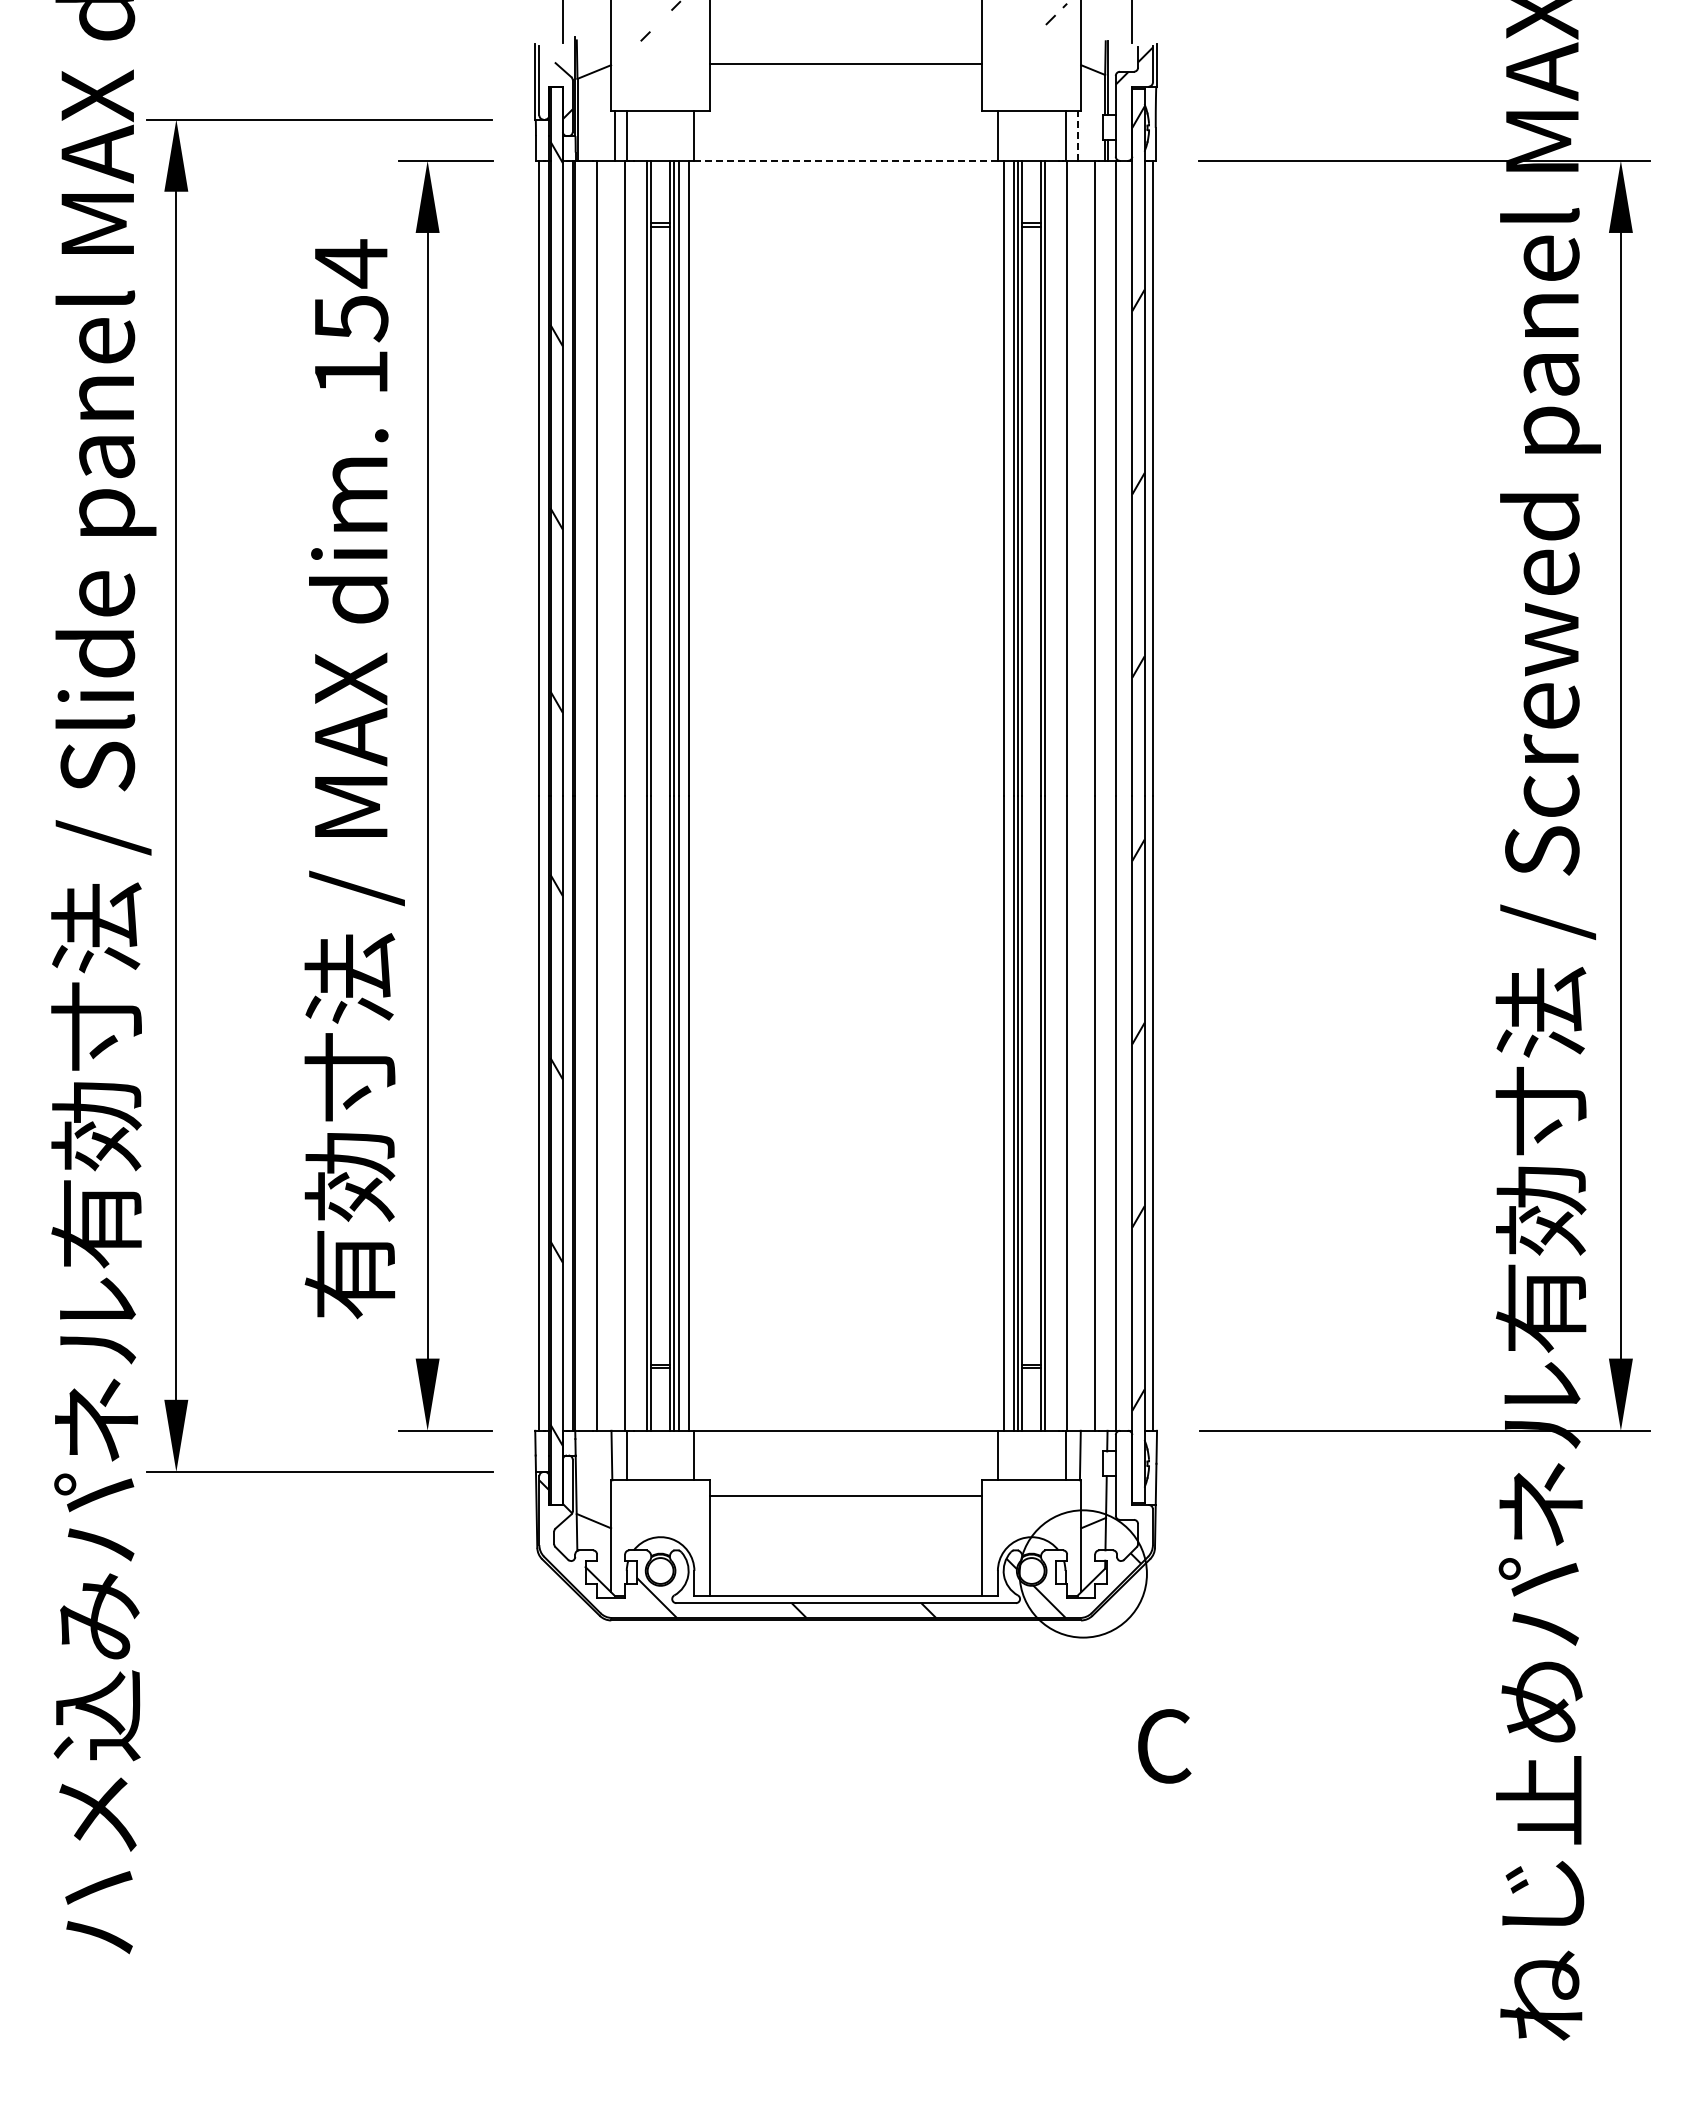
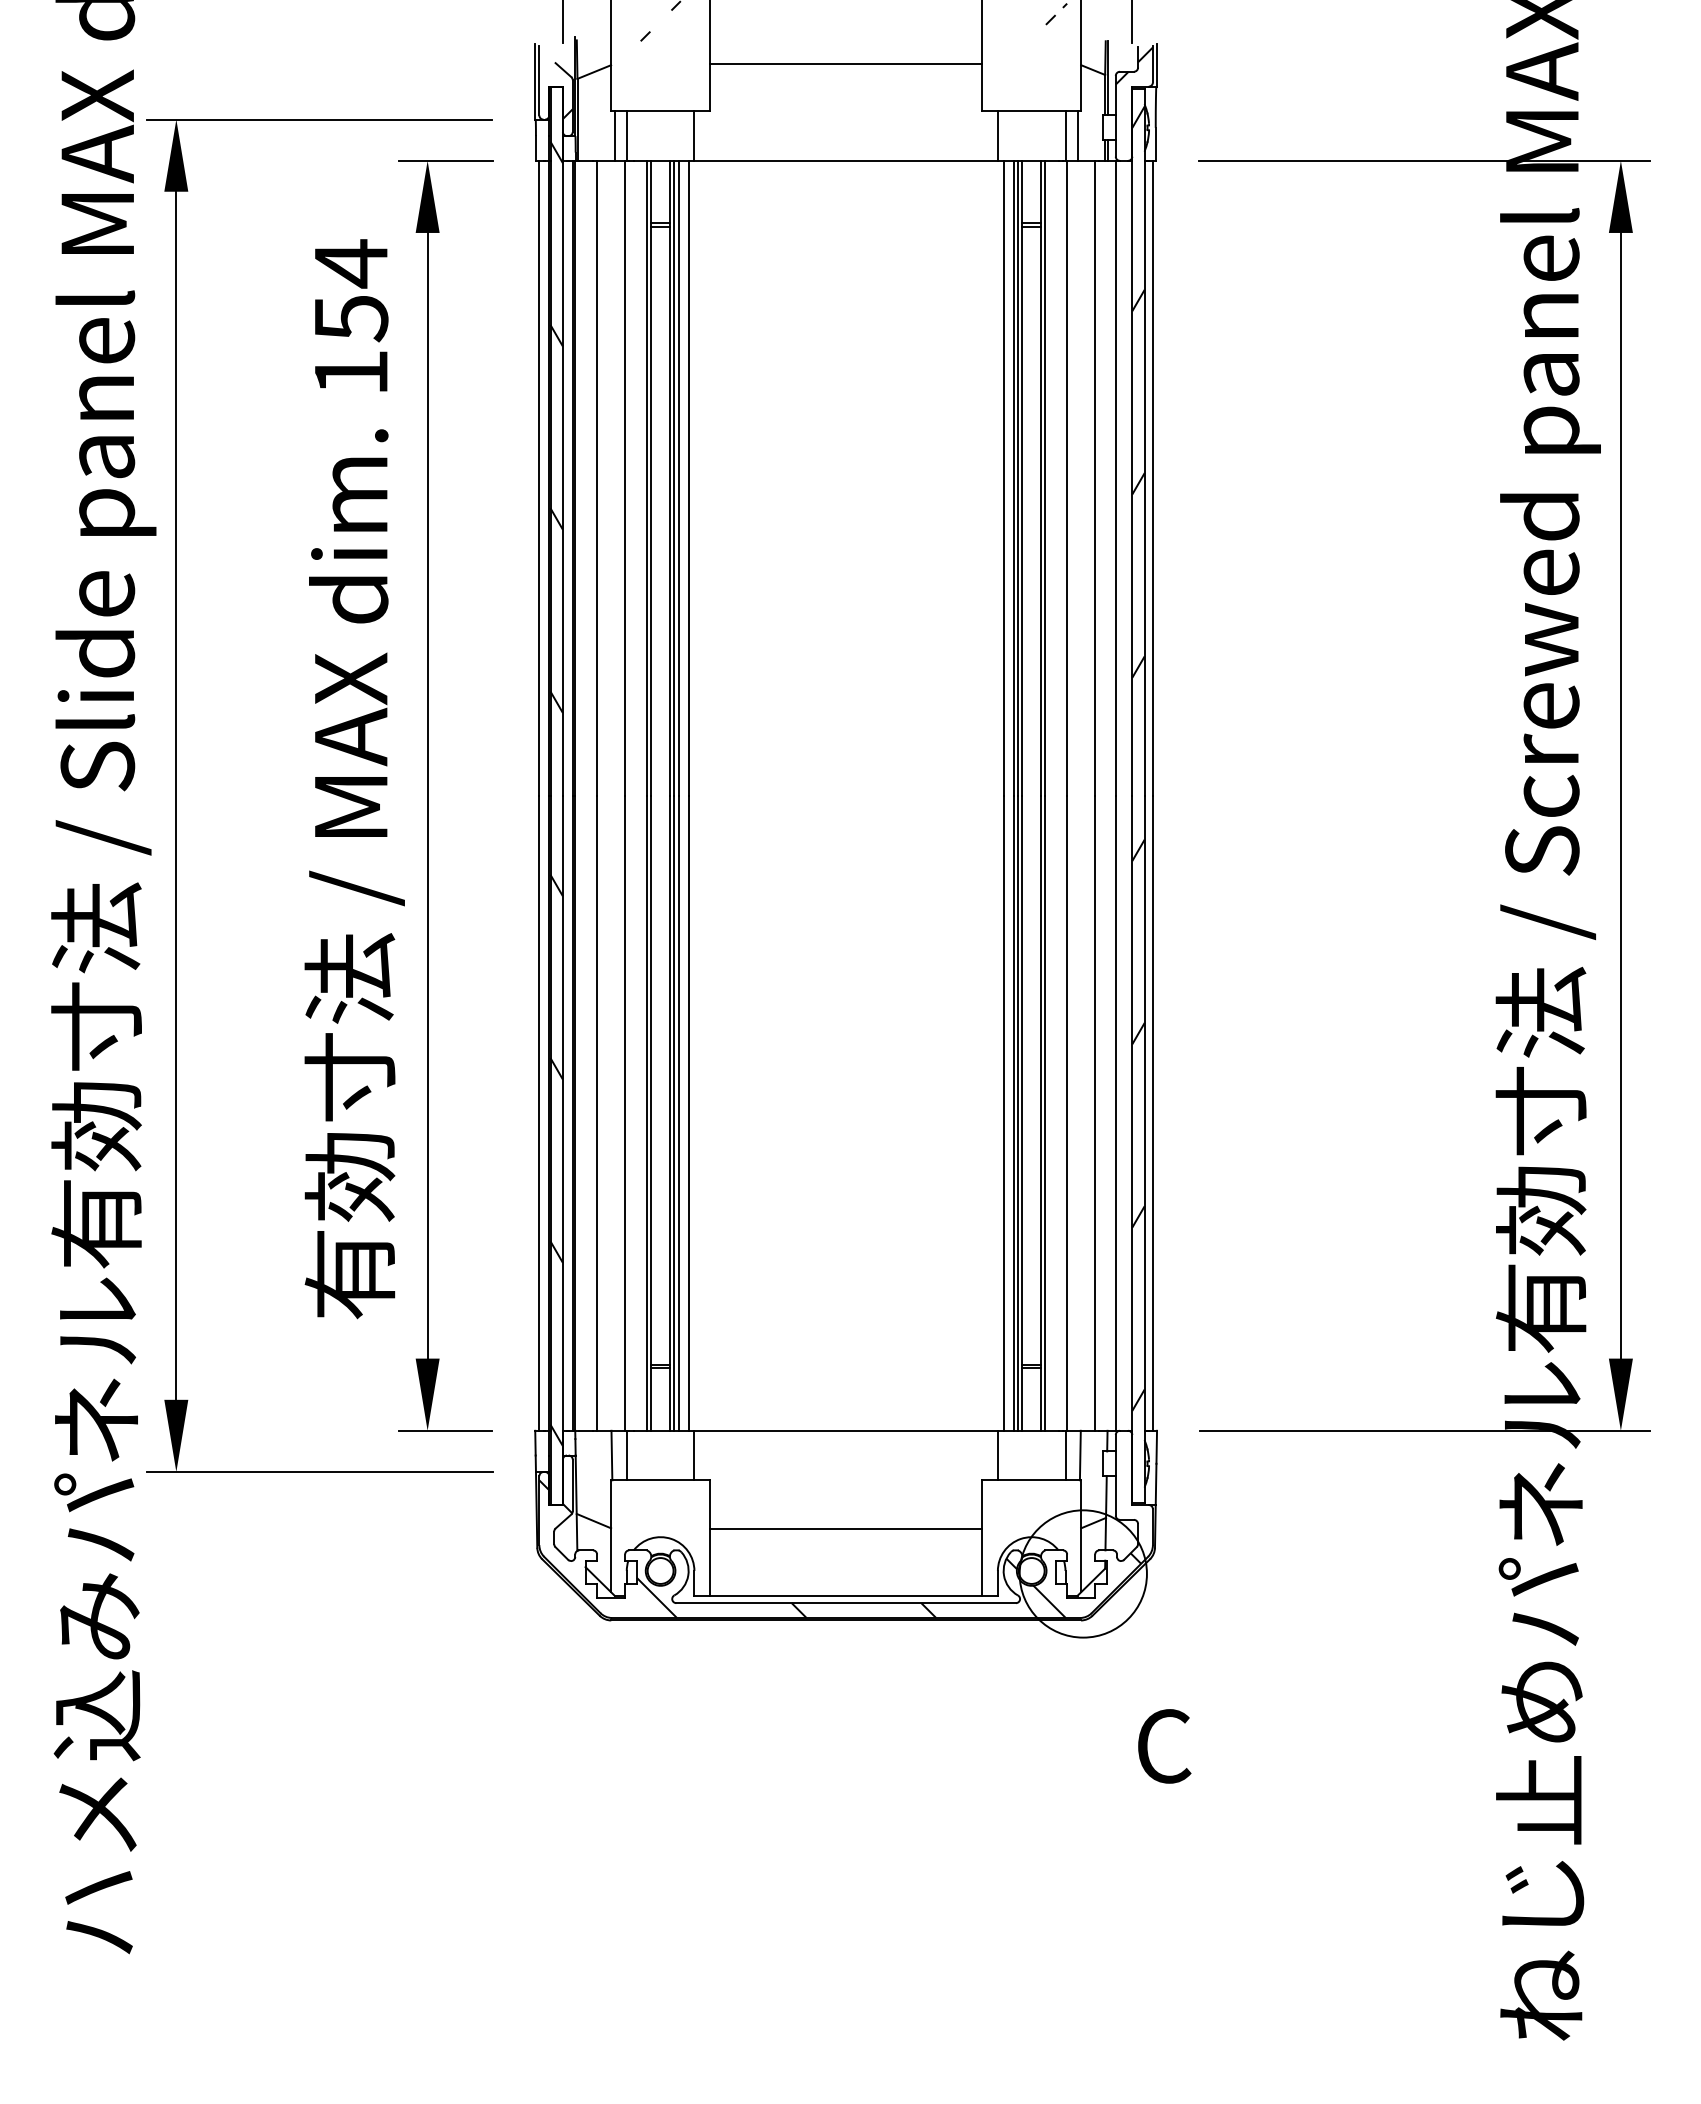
line at (1077, 136): dashed -> solid
line at (846, 160): dashed -> solid
line at (846, 1496) position: (846, 1496) -> (846, 1529)
